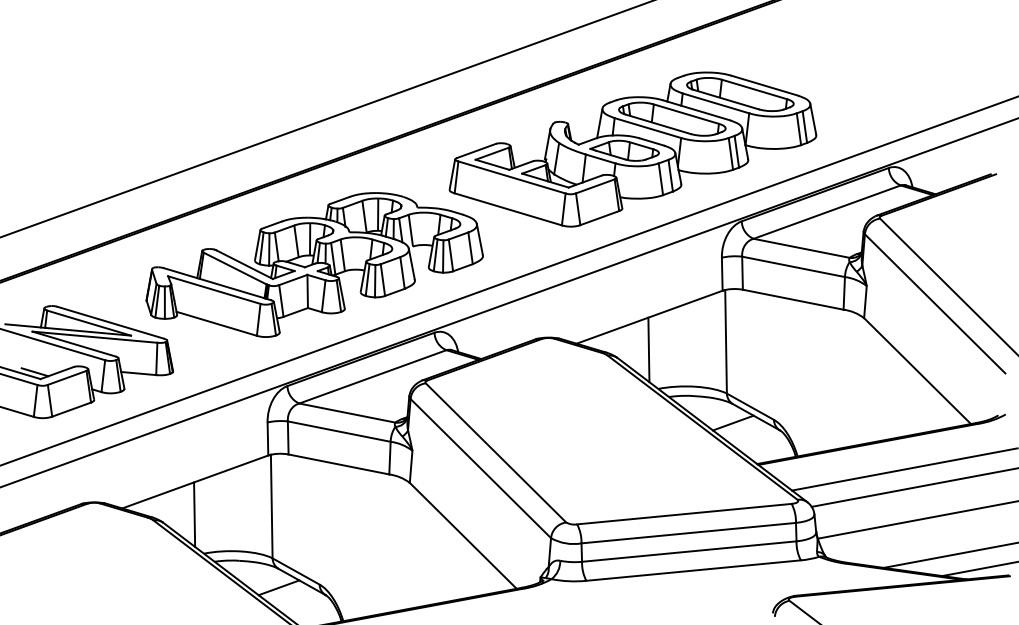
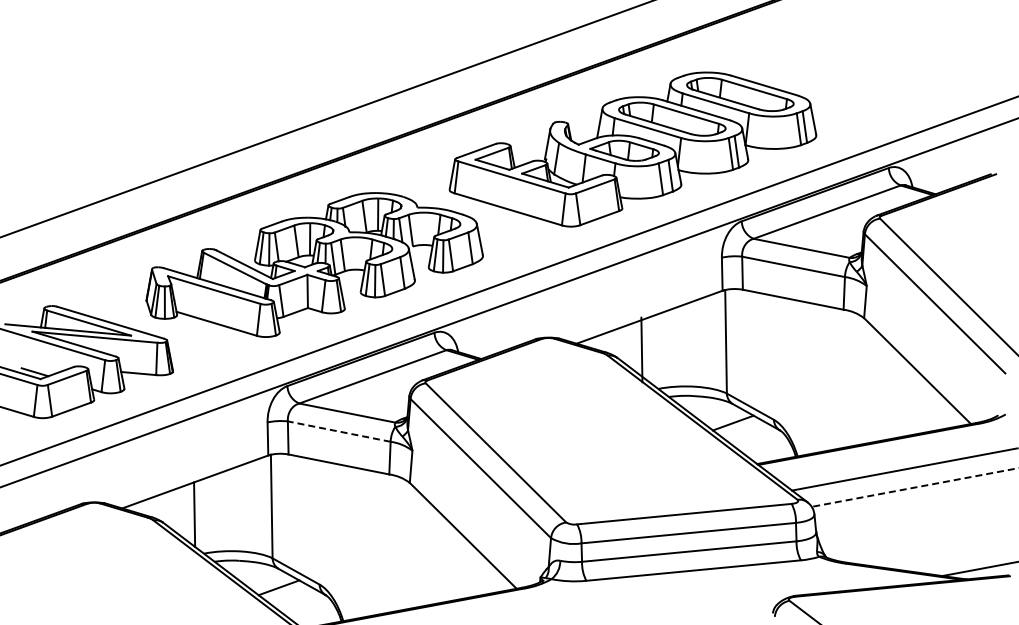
line at (648, 349) position: (648, 349) -> (641, 349)
line at (338, 431): solid -> dashed
line at (914, 487): solid -> dashed
line at (916, 519): present -> none
line at (949, 555): present -> none
